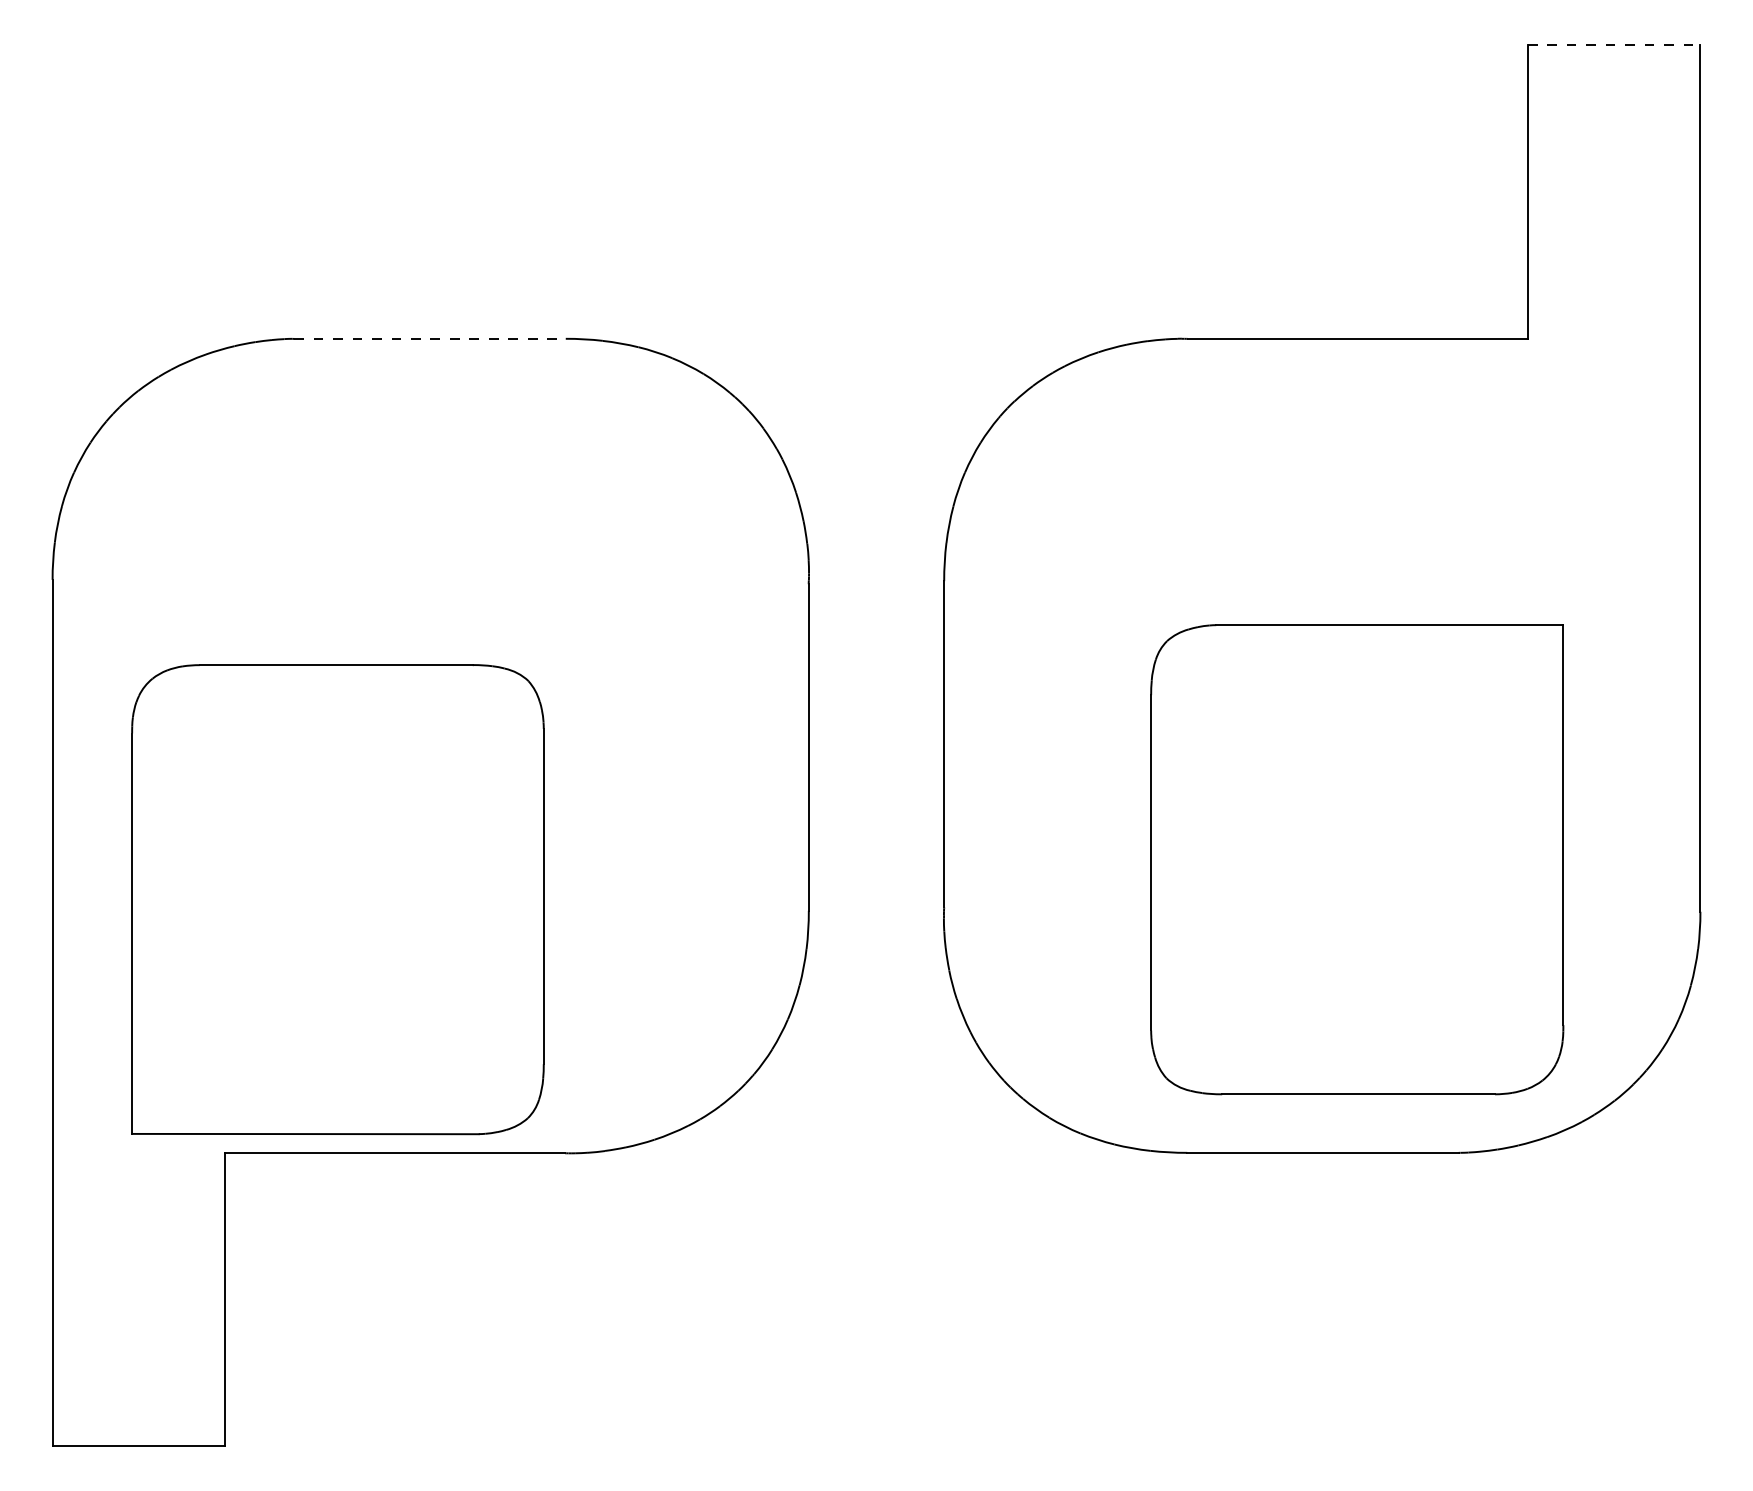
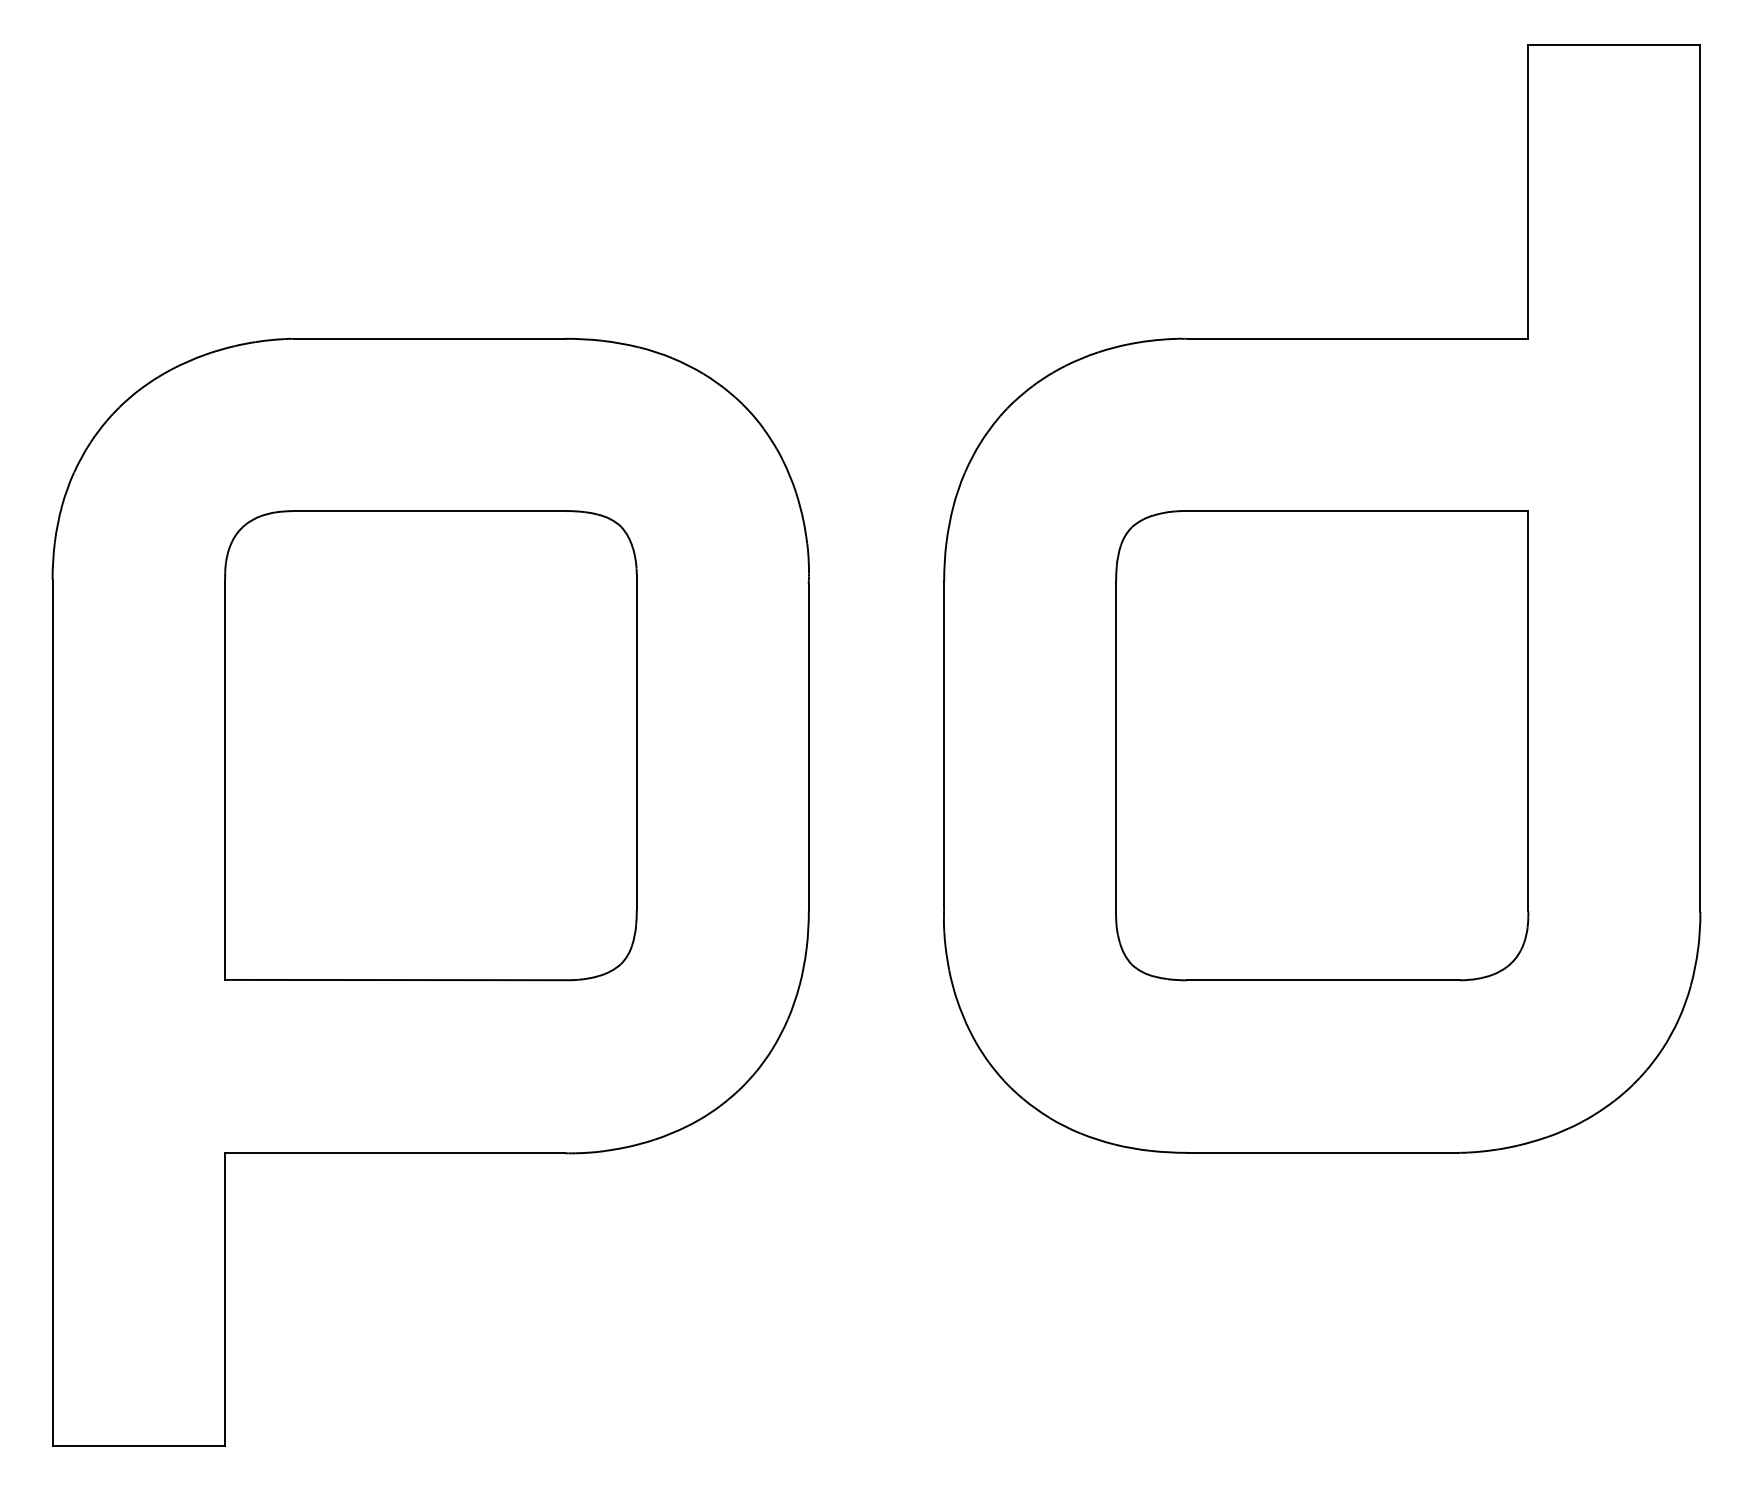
line at (1614, 44): dashed -> solid
line at (429, 338): dashed -> solid
part at (1357, 859) position: (1357, 859) -> (1322, 745)
part at (337, 899) position: (337, 899) -> (430, 745)
